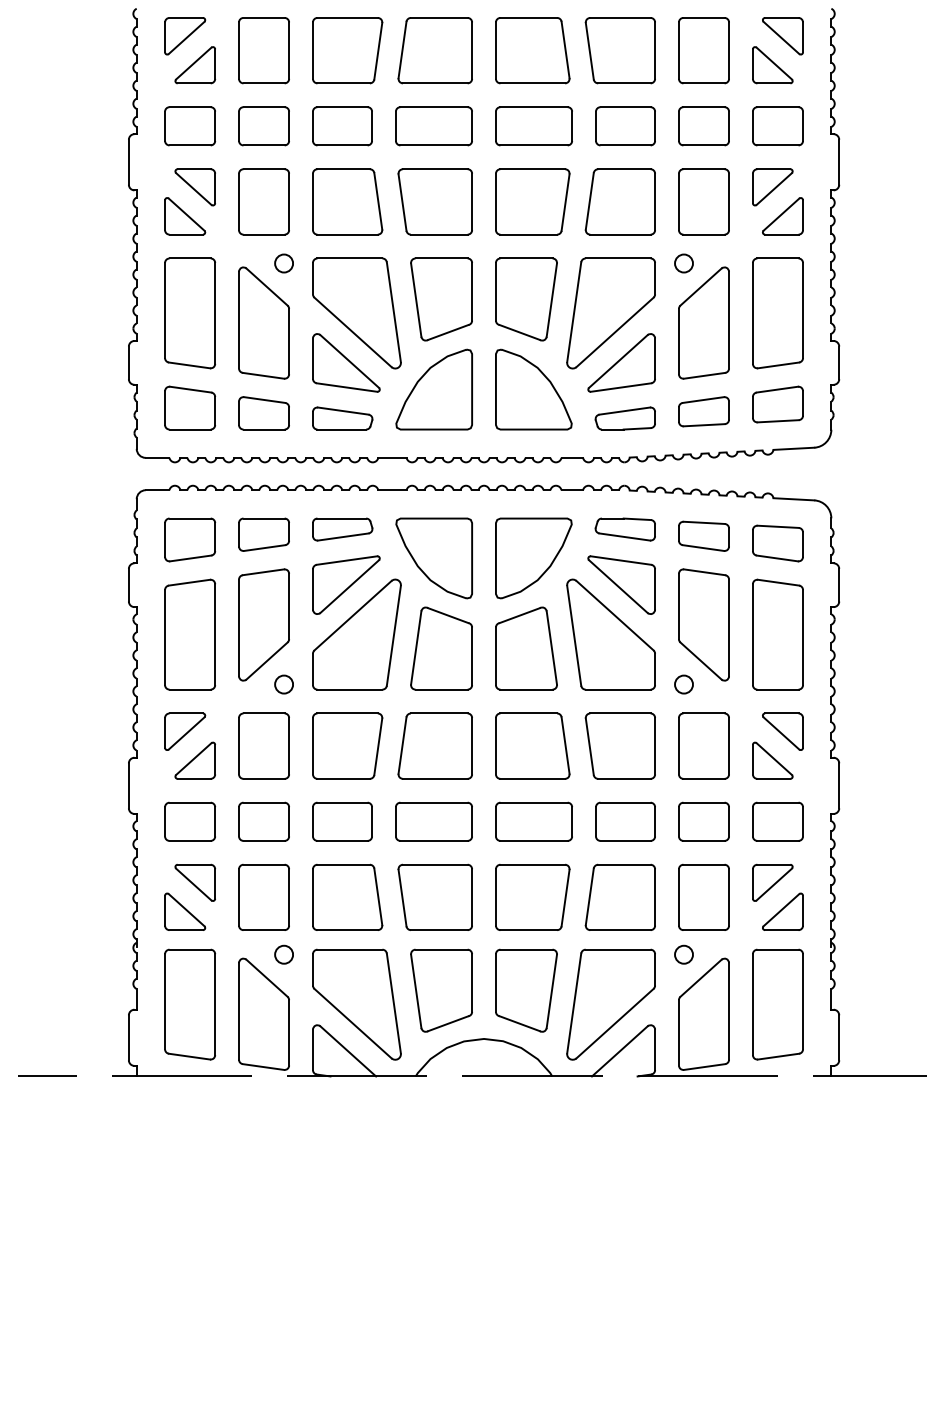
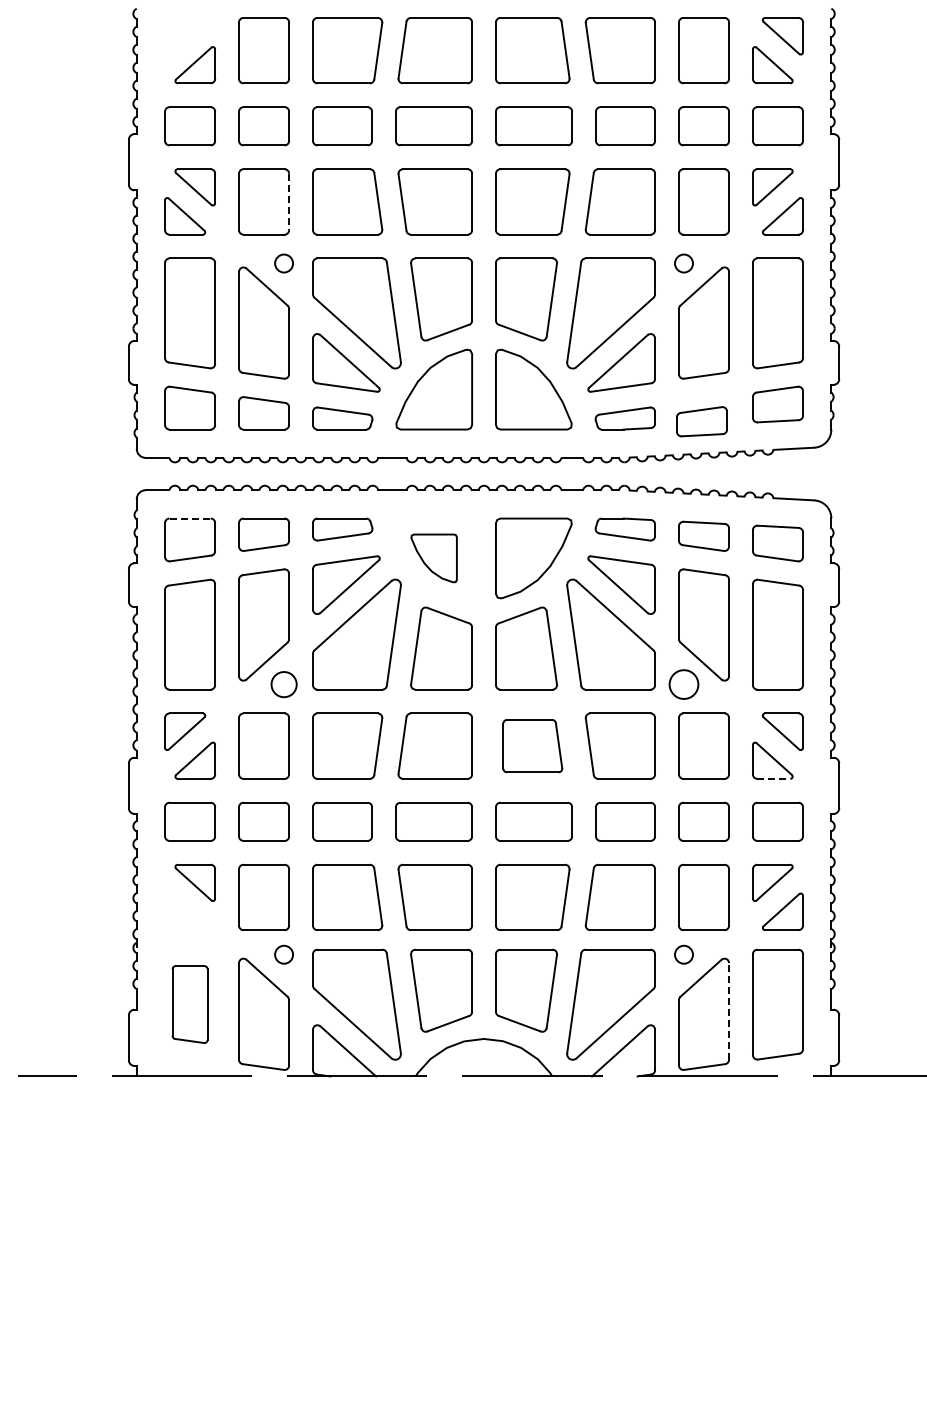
part at (185, 36): present -> none
line at (289, 202): solid -> dashed
part at (703, 411) position: (703, 411) -> (701, 421)
line at (190, 518): solid -> dashed
part at (433, 558) size: 78x83 px -> 48x51 px
circle at (283, 684) size: 20x21 px -> 28x28 px
circle at (683, 684) diameter: 18 px -> 29 px
part at (532, 745) size: 76x68 px -> 62x55 px
line at (773, 778): solid -> dashed
part at (185, 911): present -> none
part at (189, 1004) size: 52x113 px -> 38x79 px
line at (729, 1010): solid -> dashed
